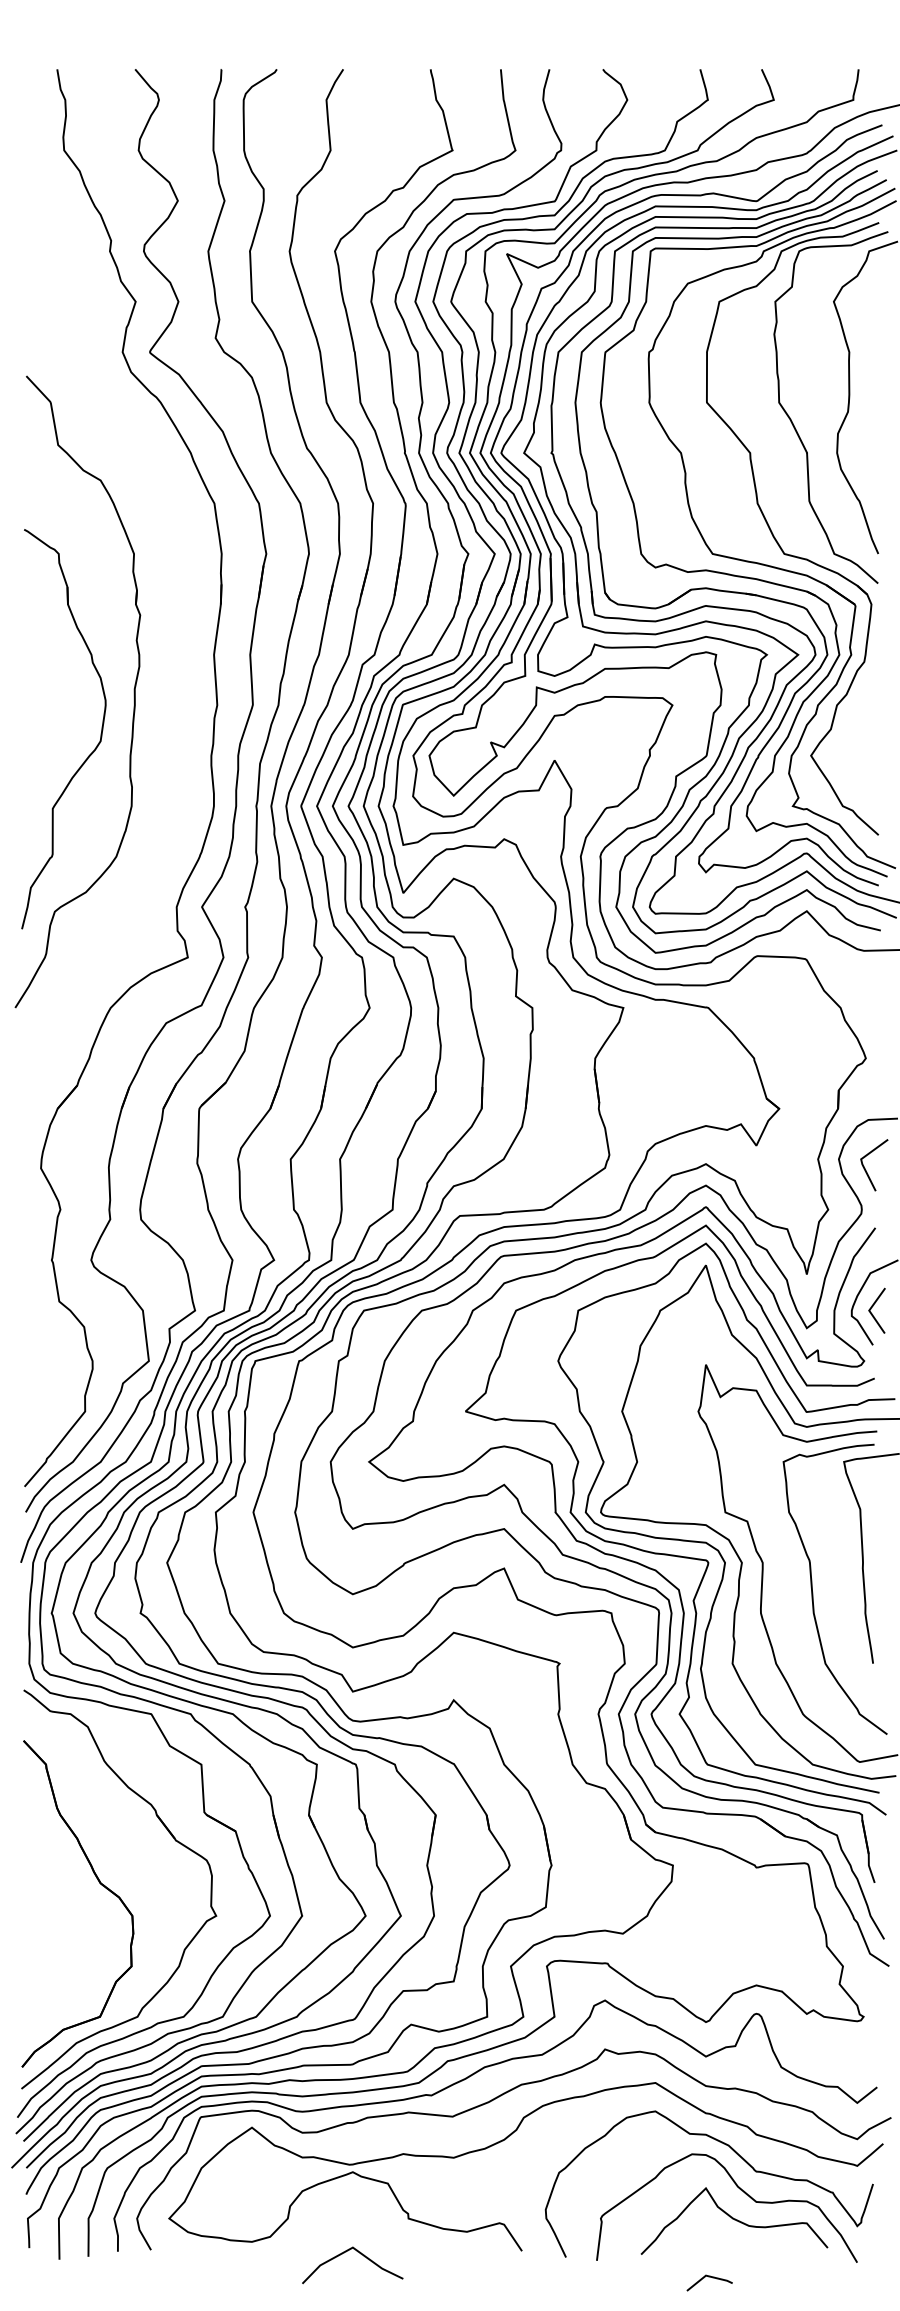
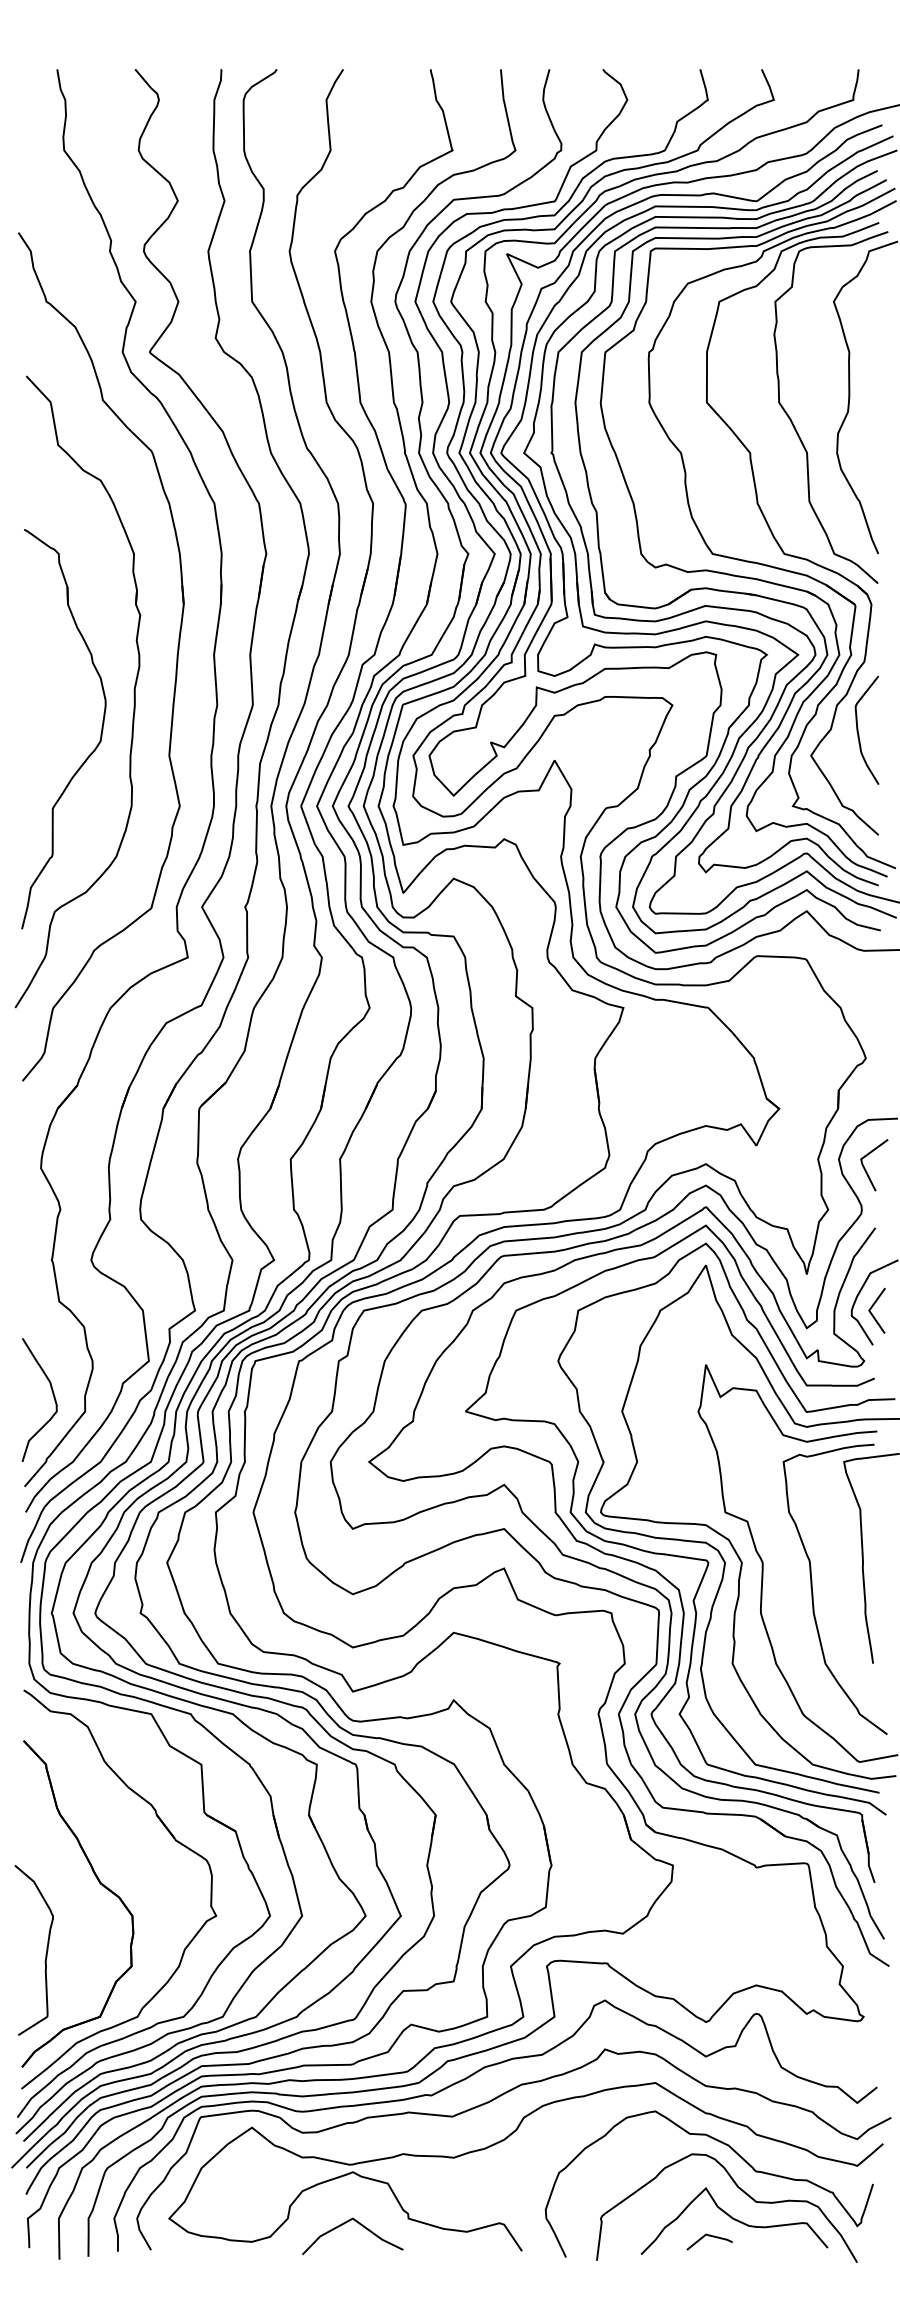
part at (175, 668): none -> present
curve at (858, 729): none -> present
curve at (52, 1394): none -> present
curve at (45, 1954): none -> present
line at (360, 2254) position: (360, 2254) -> (360, 2225)
line at (709, 2277) position: (709, 2277) -> (709, 2236)
